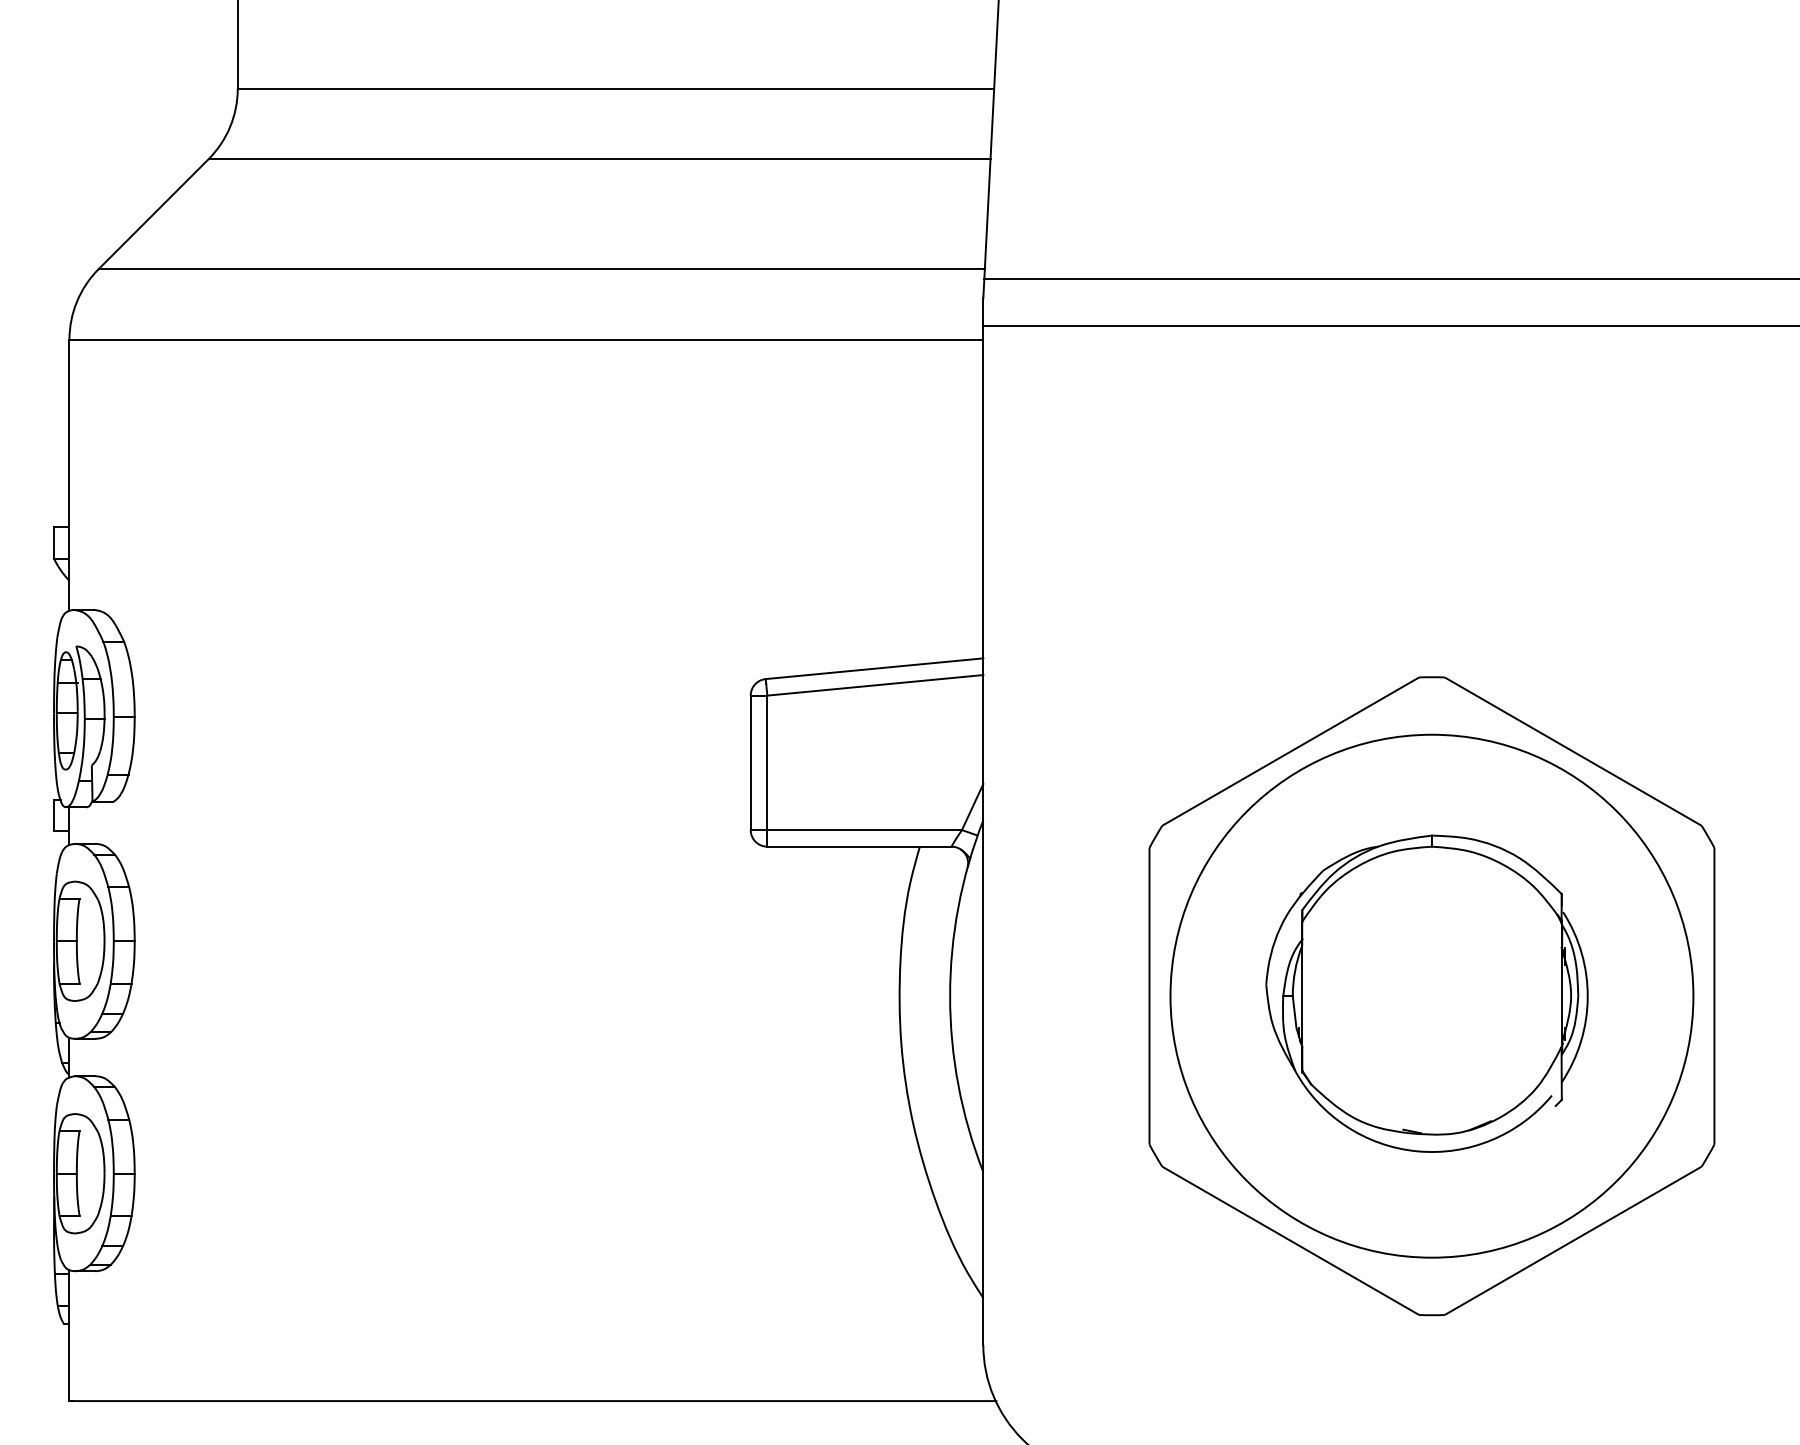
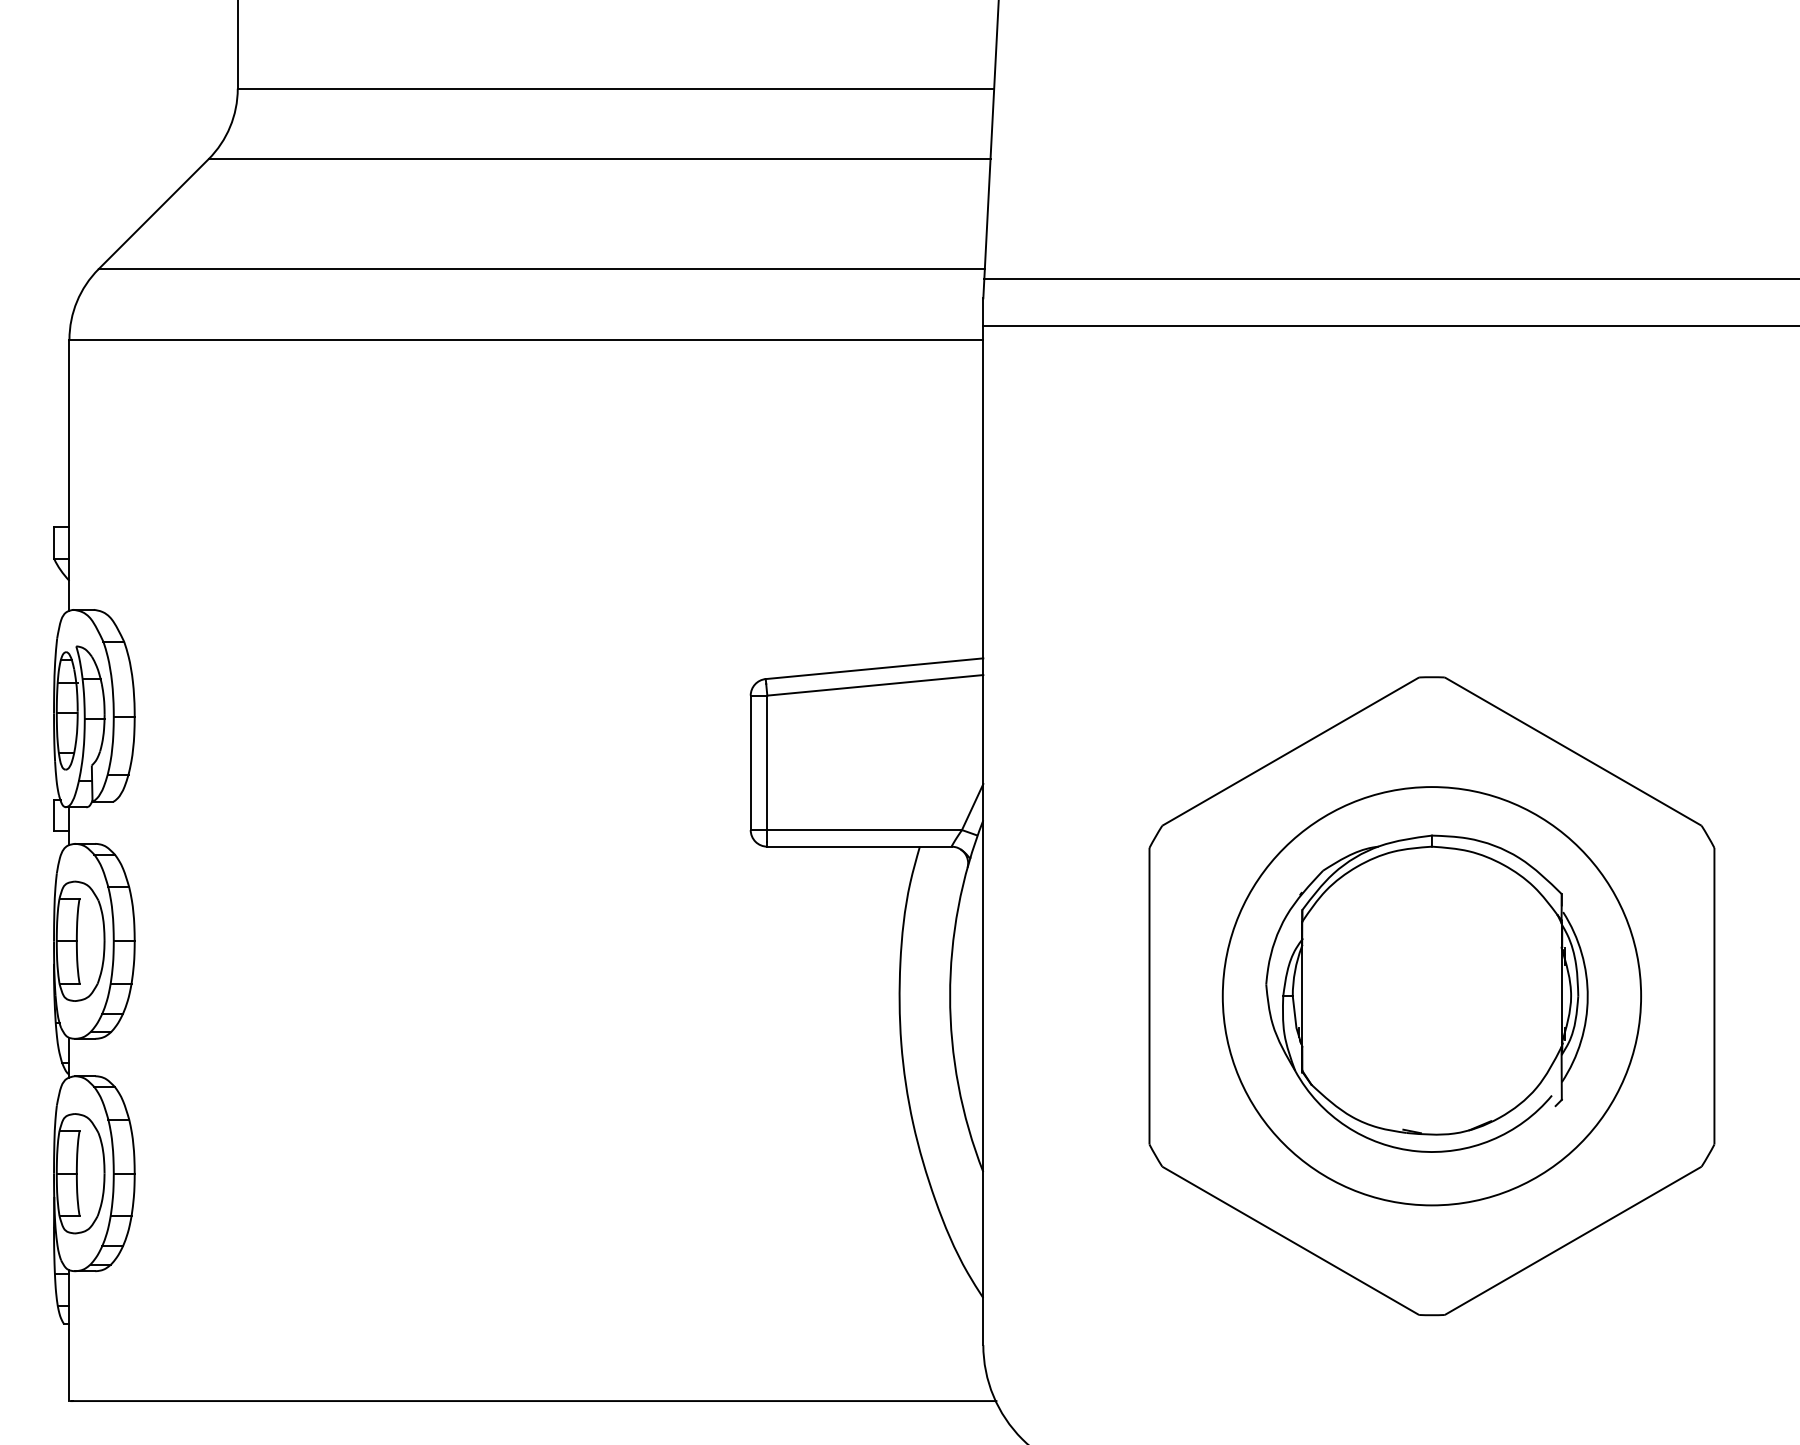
circle at (1431, 995) diameter: 523 px -> 418 px
